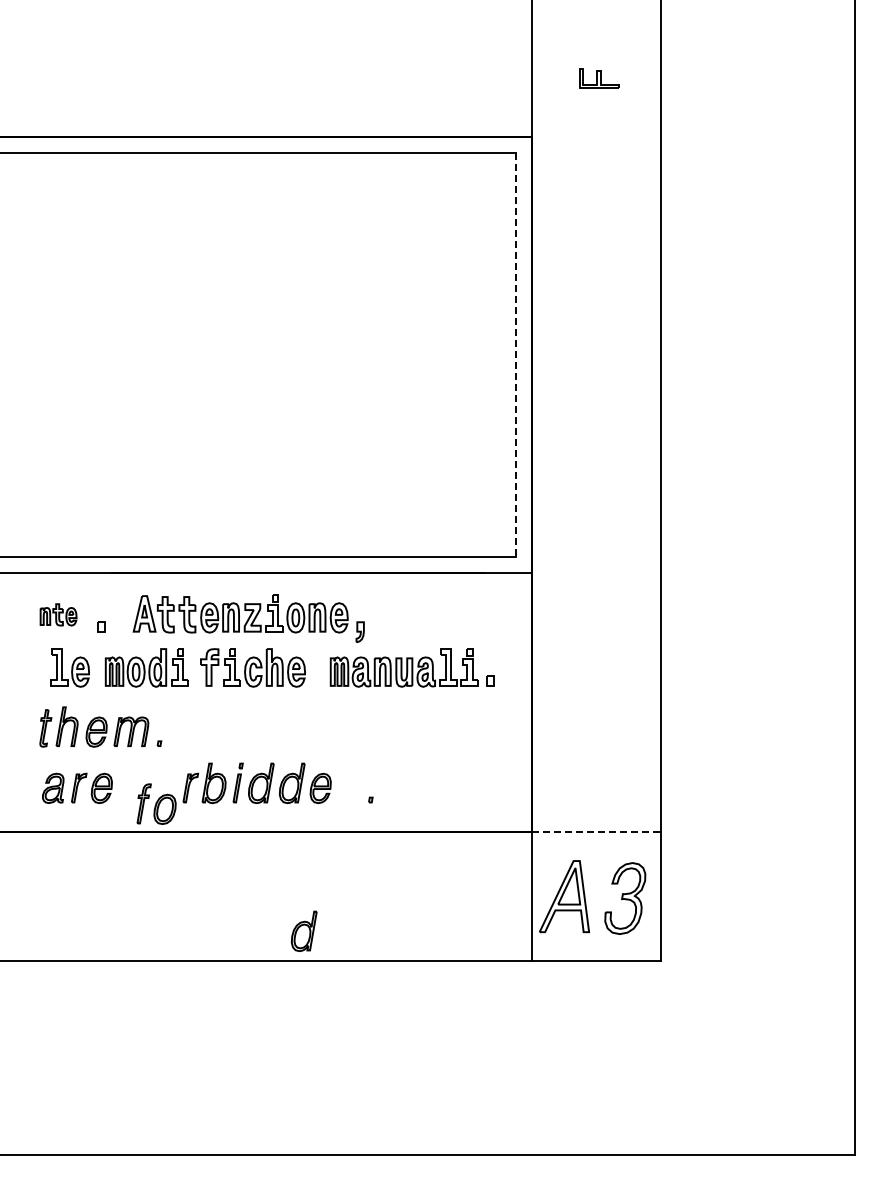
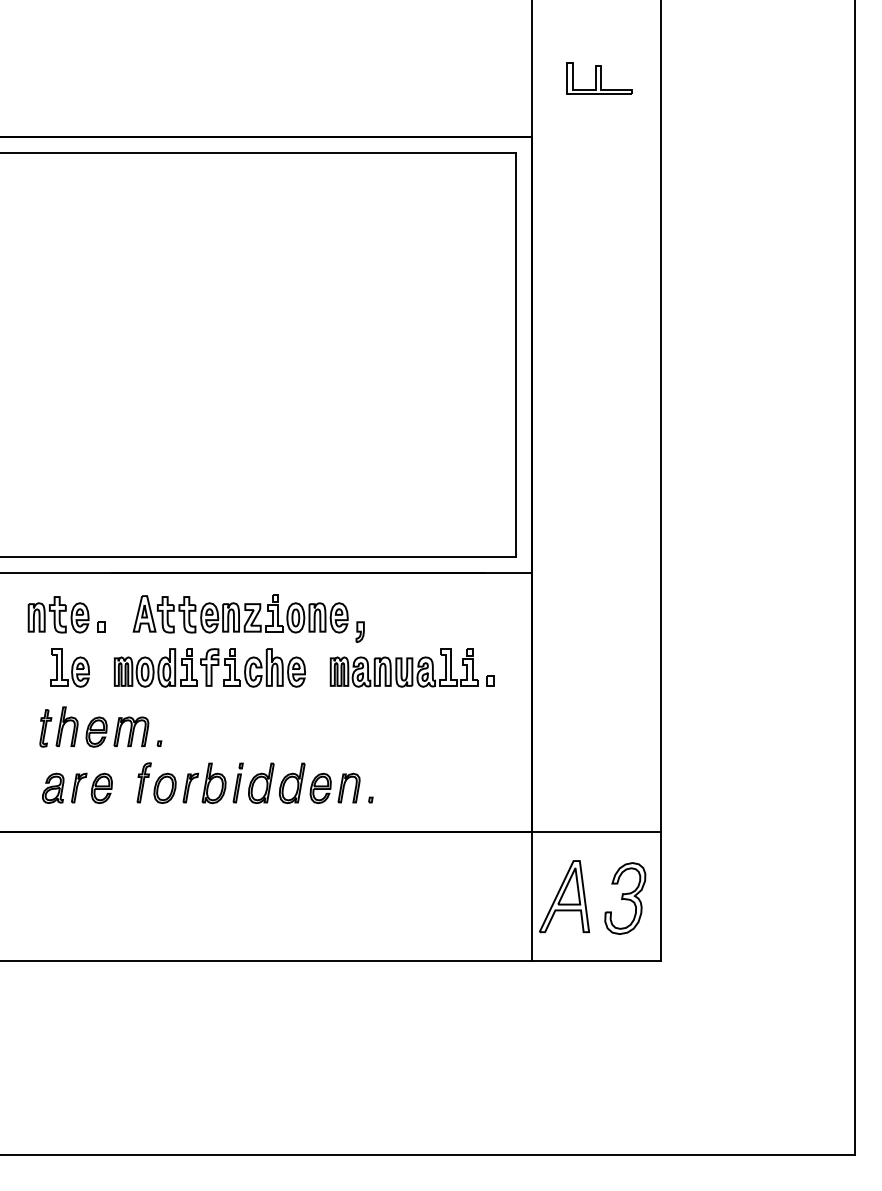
part at (599, 78) size: 41x21 px -> 67x33 px
line at (515, 355): dashed -> solid
part at (58, 614) size: 39x24 px -> 63x38 px
part at (146, 667) position: (146, 667) -> (155, 667)
part at (348, 787): none -> present
part at (156, 803) position: (156, 803) -> (156, 782)
line at (596, 831): dashed -> solid
part at (303, 931): present -> none
